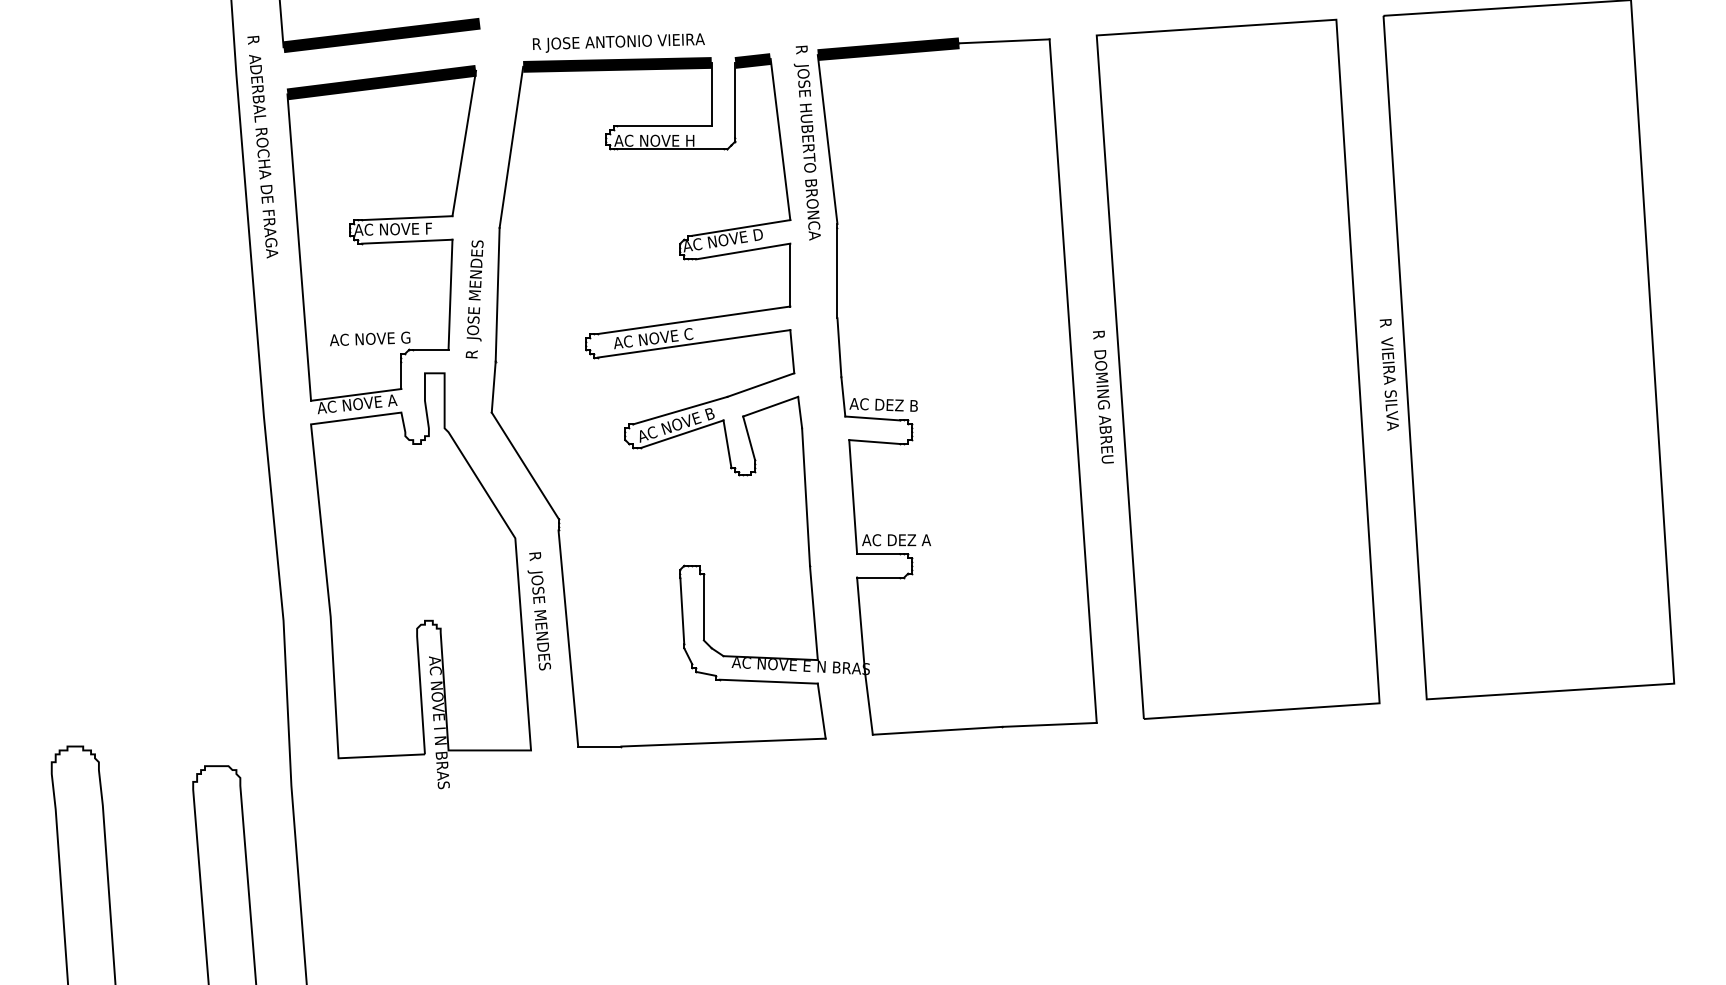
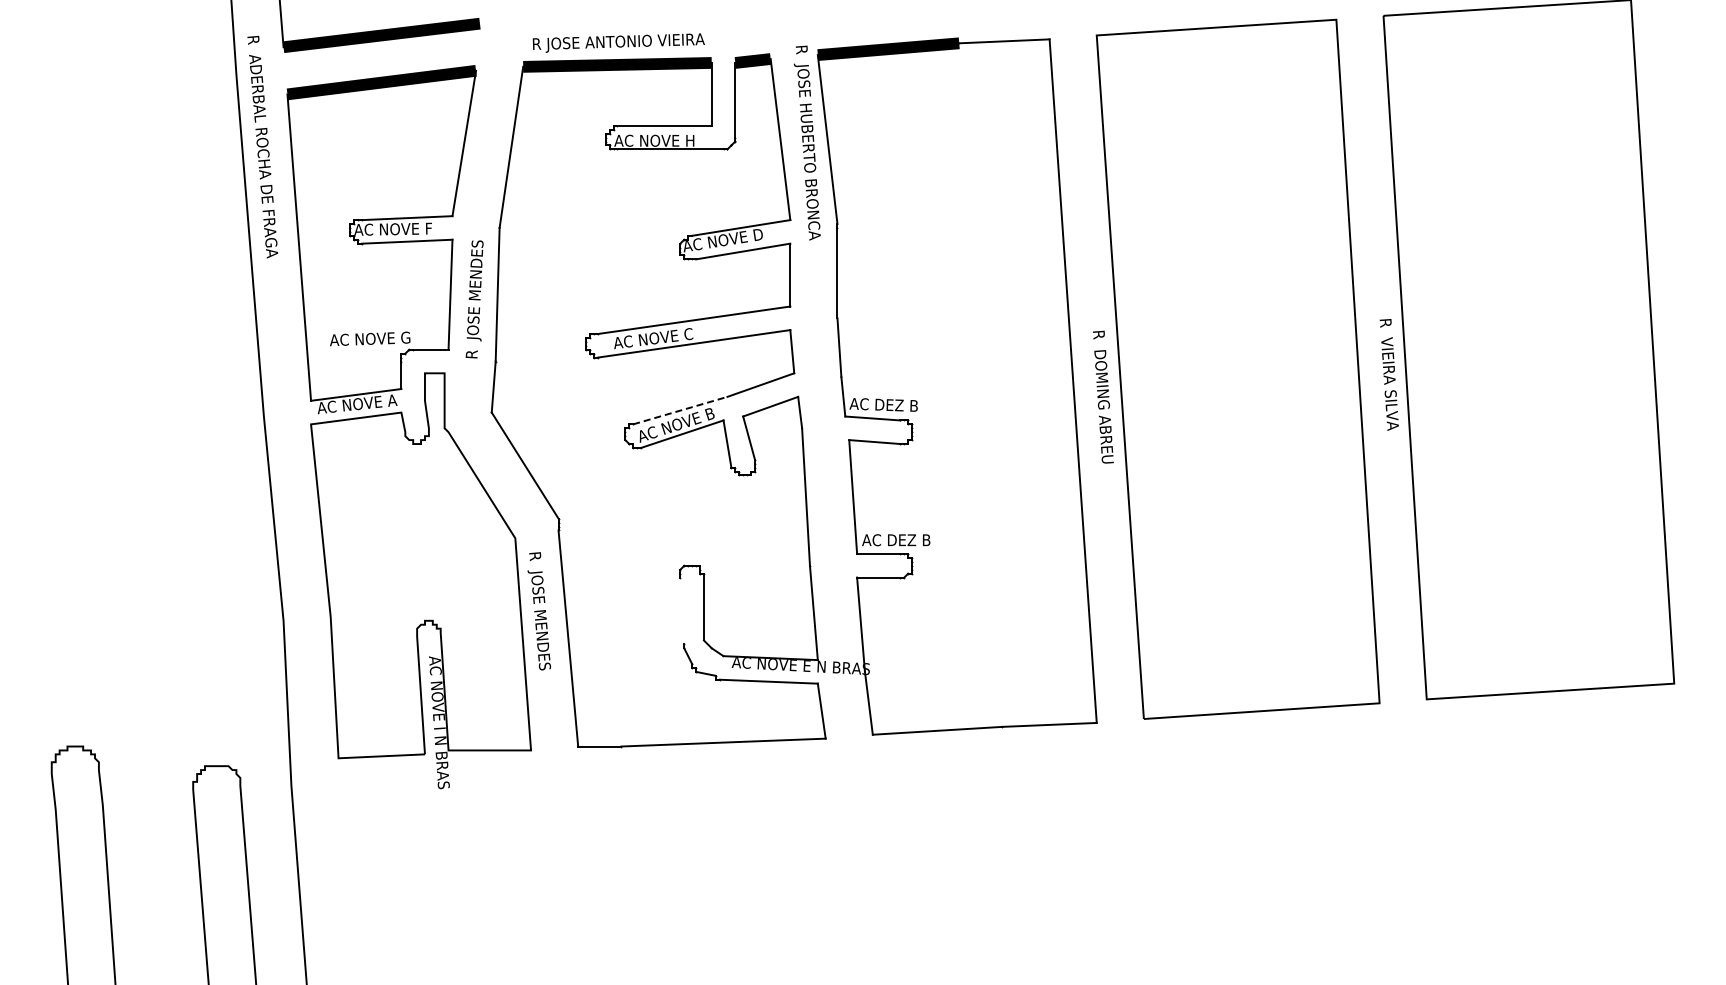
line at (680, 410): solid -> dashed
text at (926, 540): AC DEZ A -> AC DEZ B
line at (682, 610): present -> none
